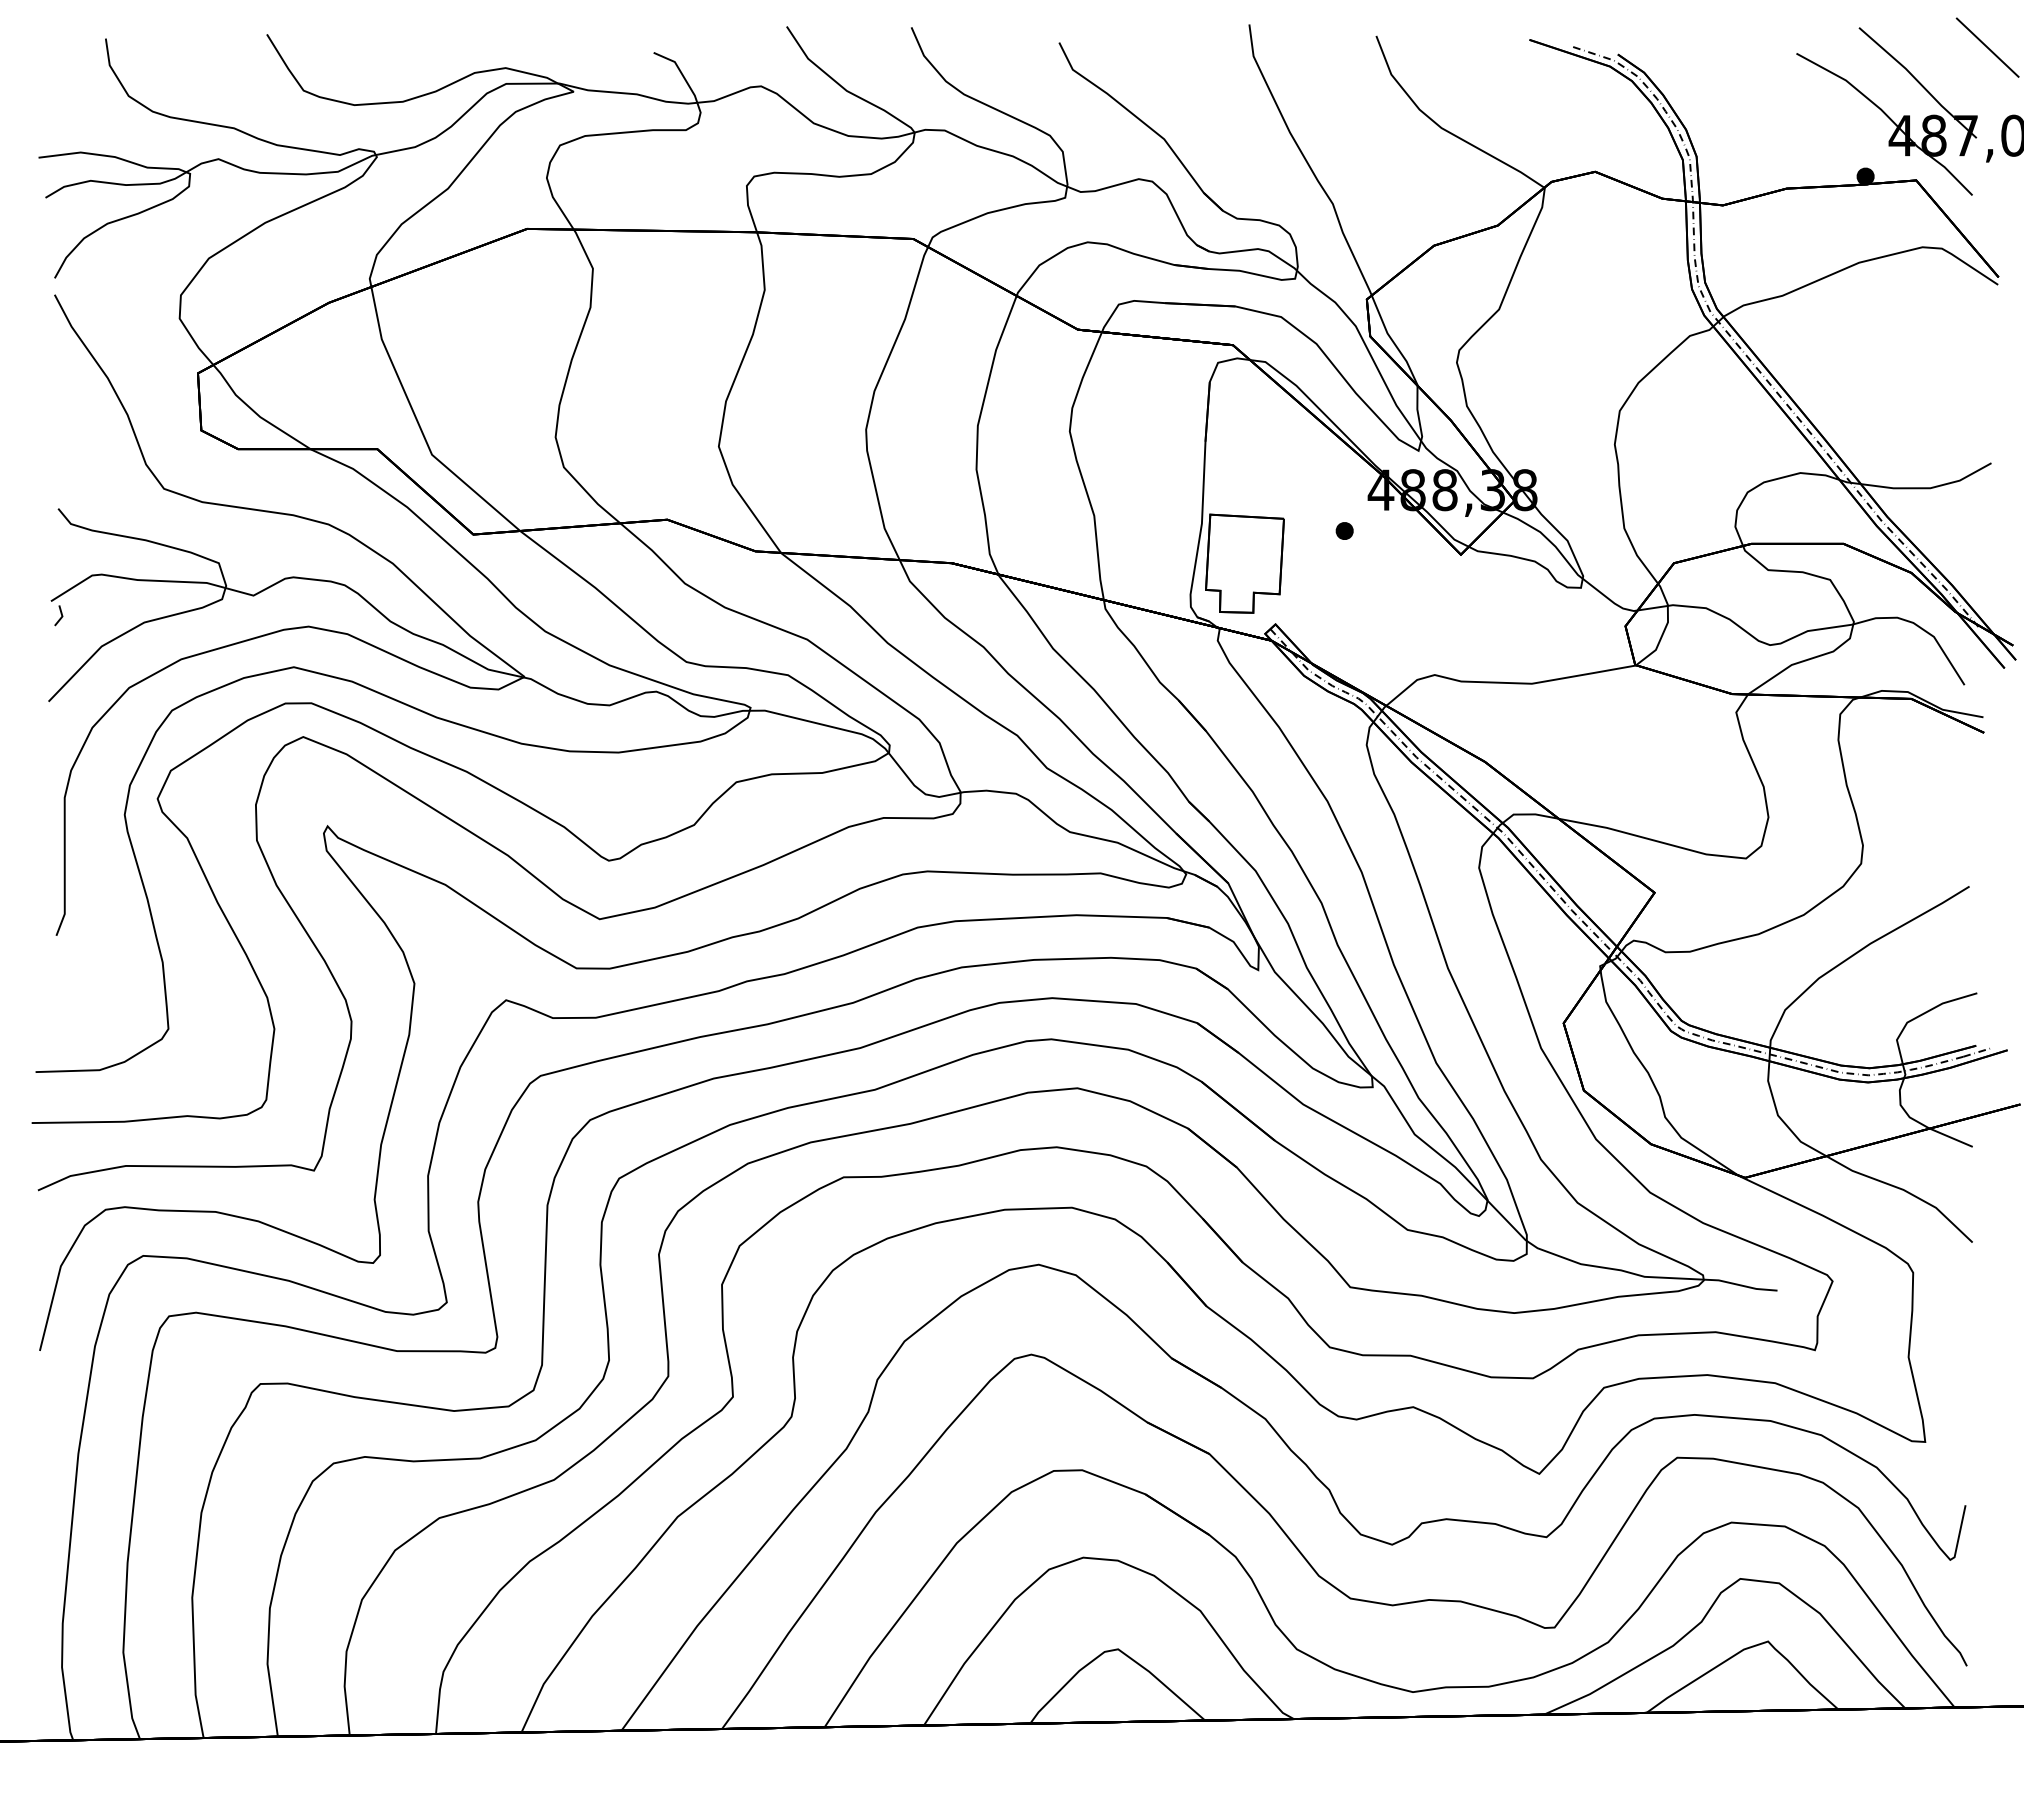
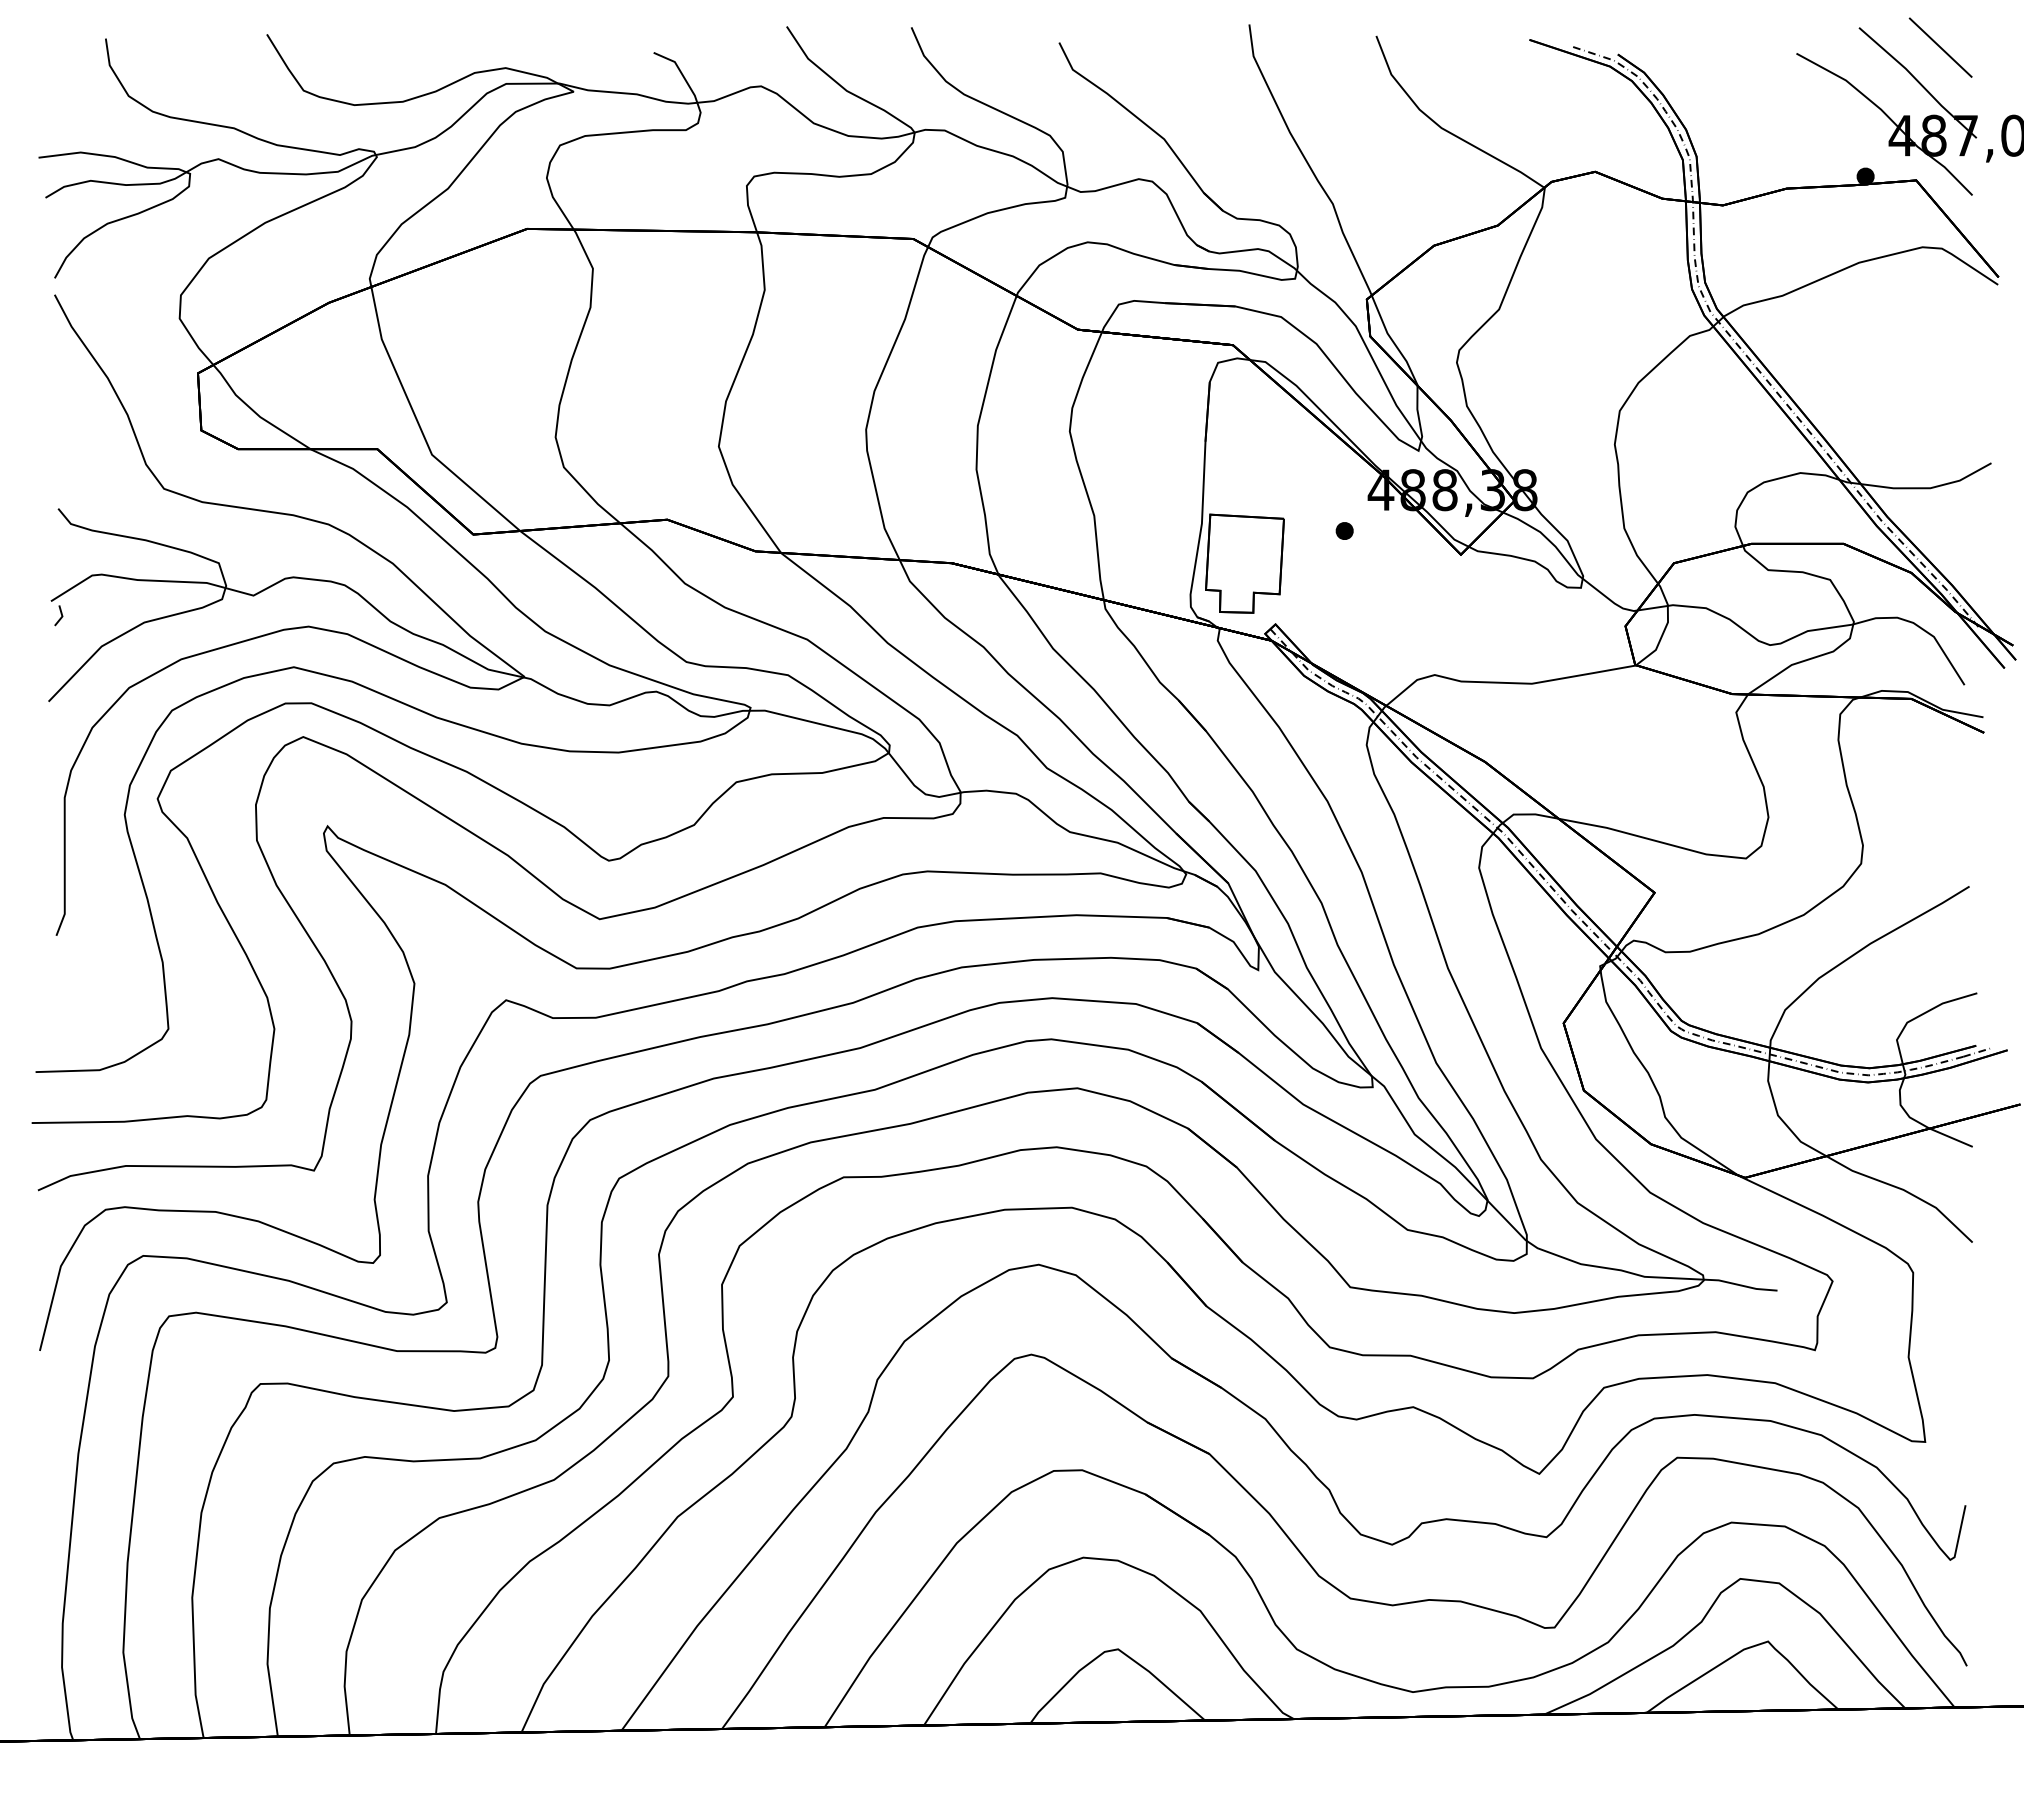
line at (1987, 47) position: (1987, 47) -> (1940, 47)
